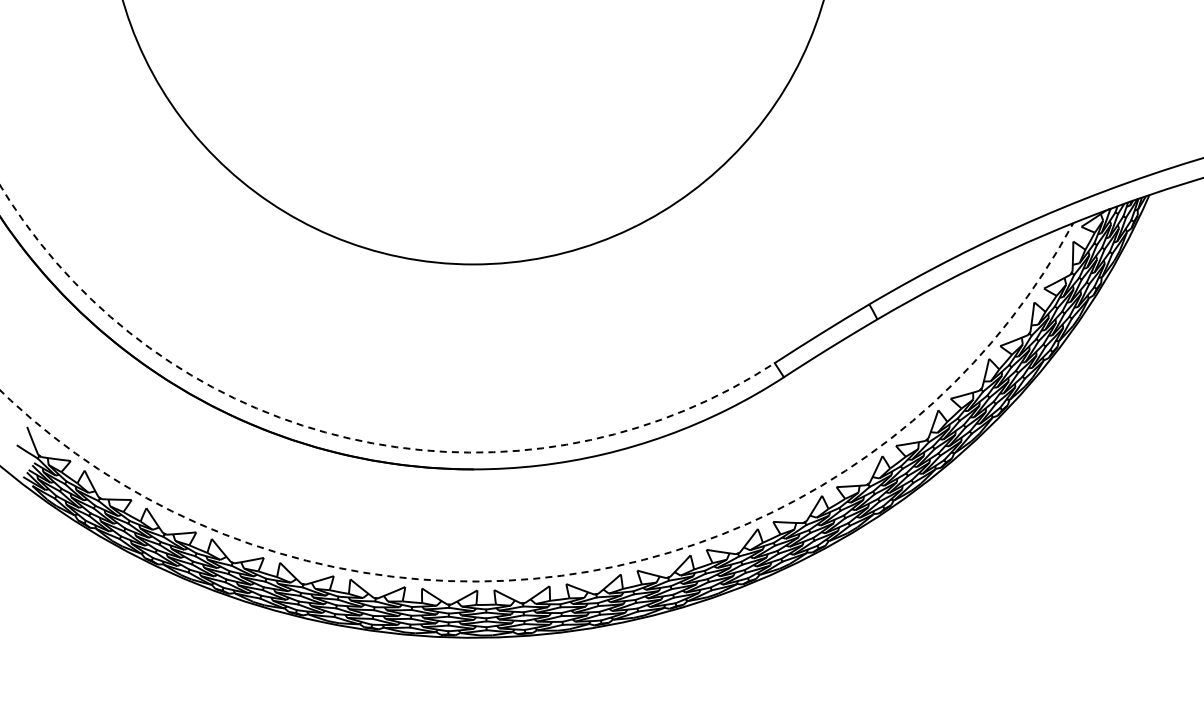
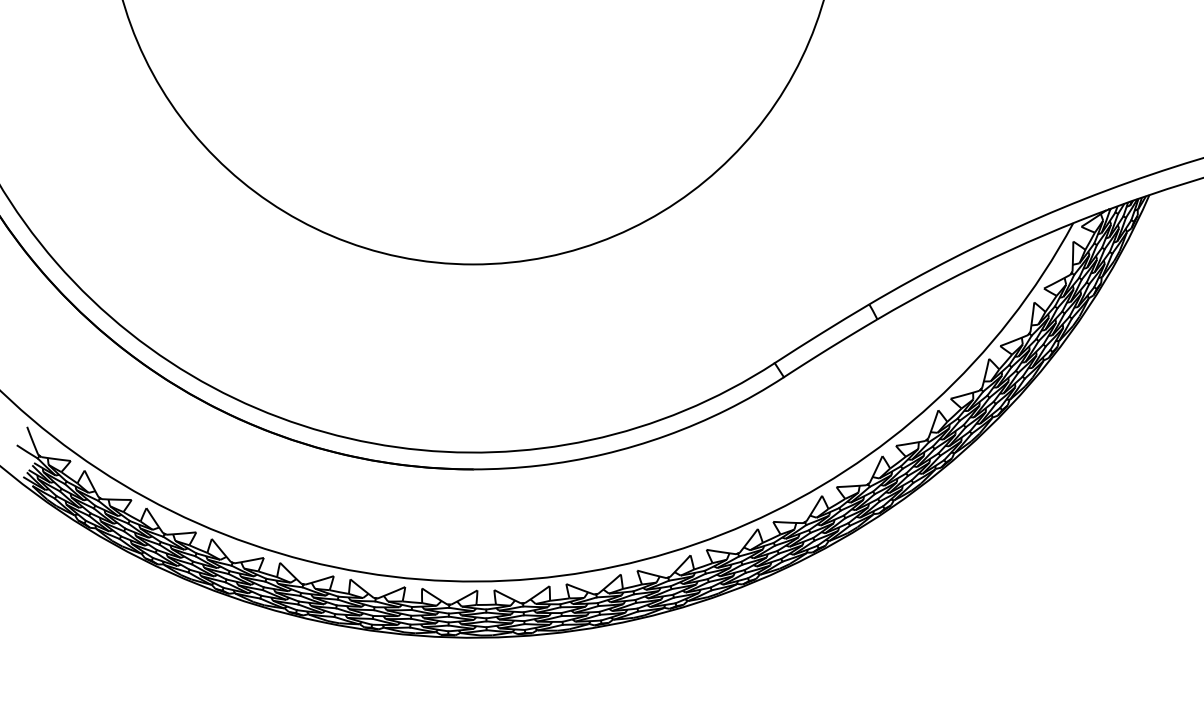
arc at (349, 438): dashed -> solid
arc at (574, 574): dashed -> solid
